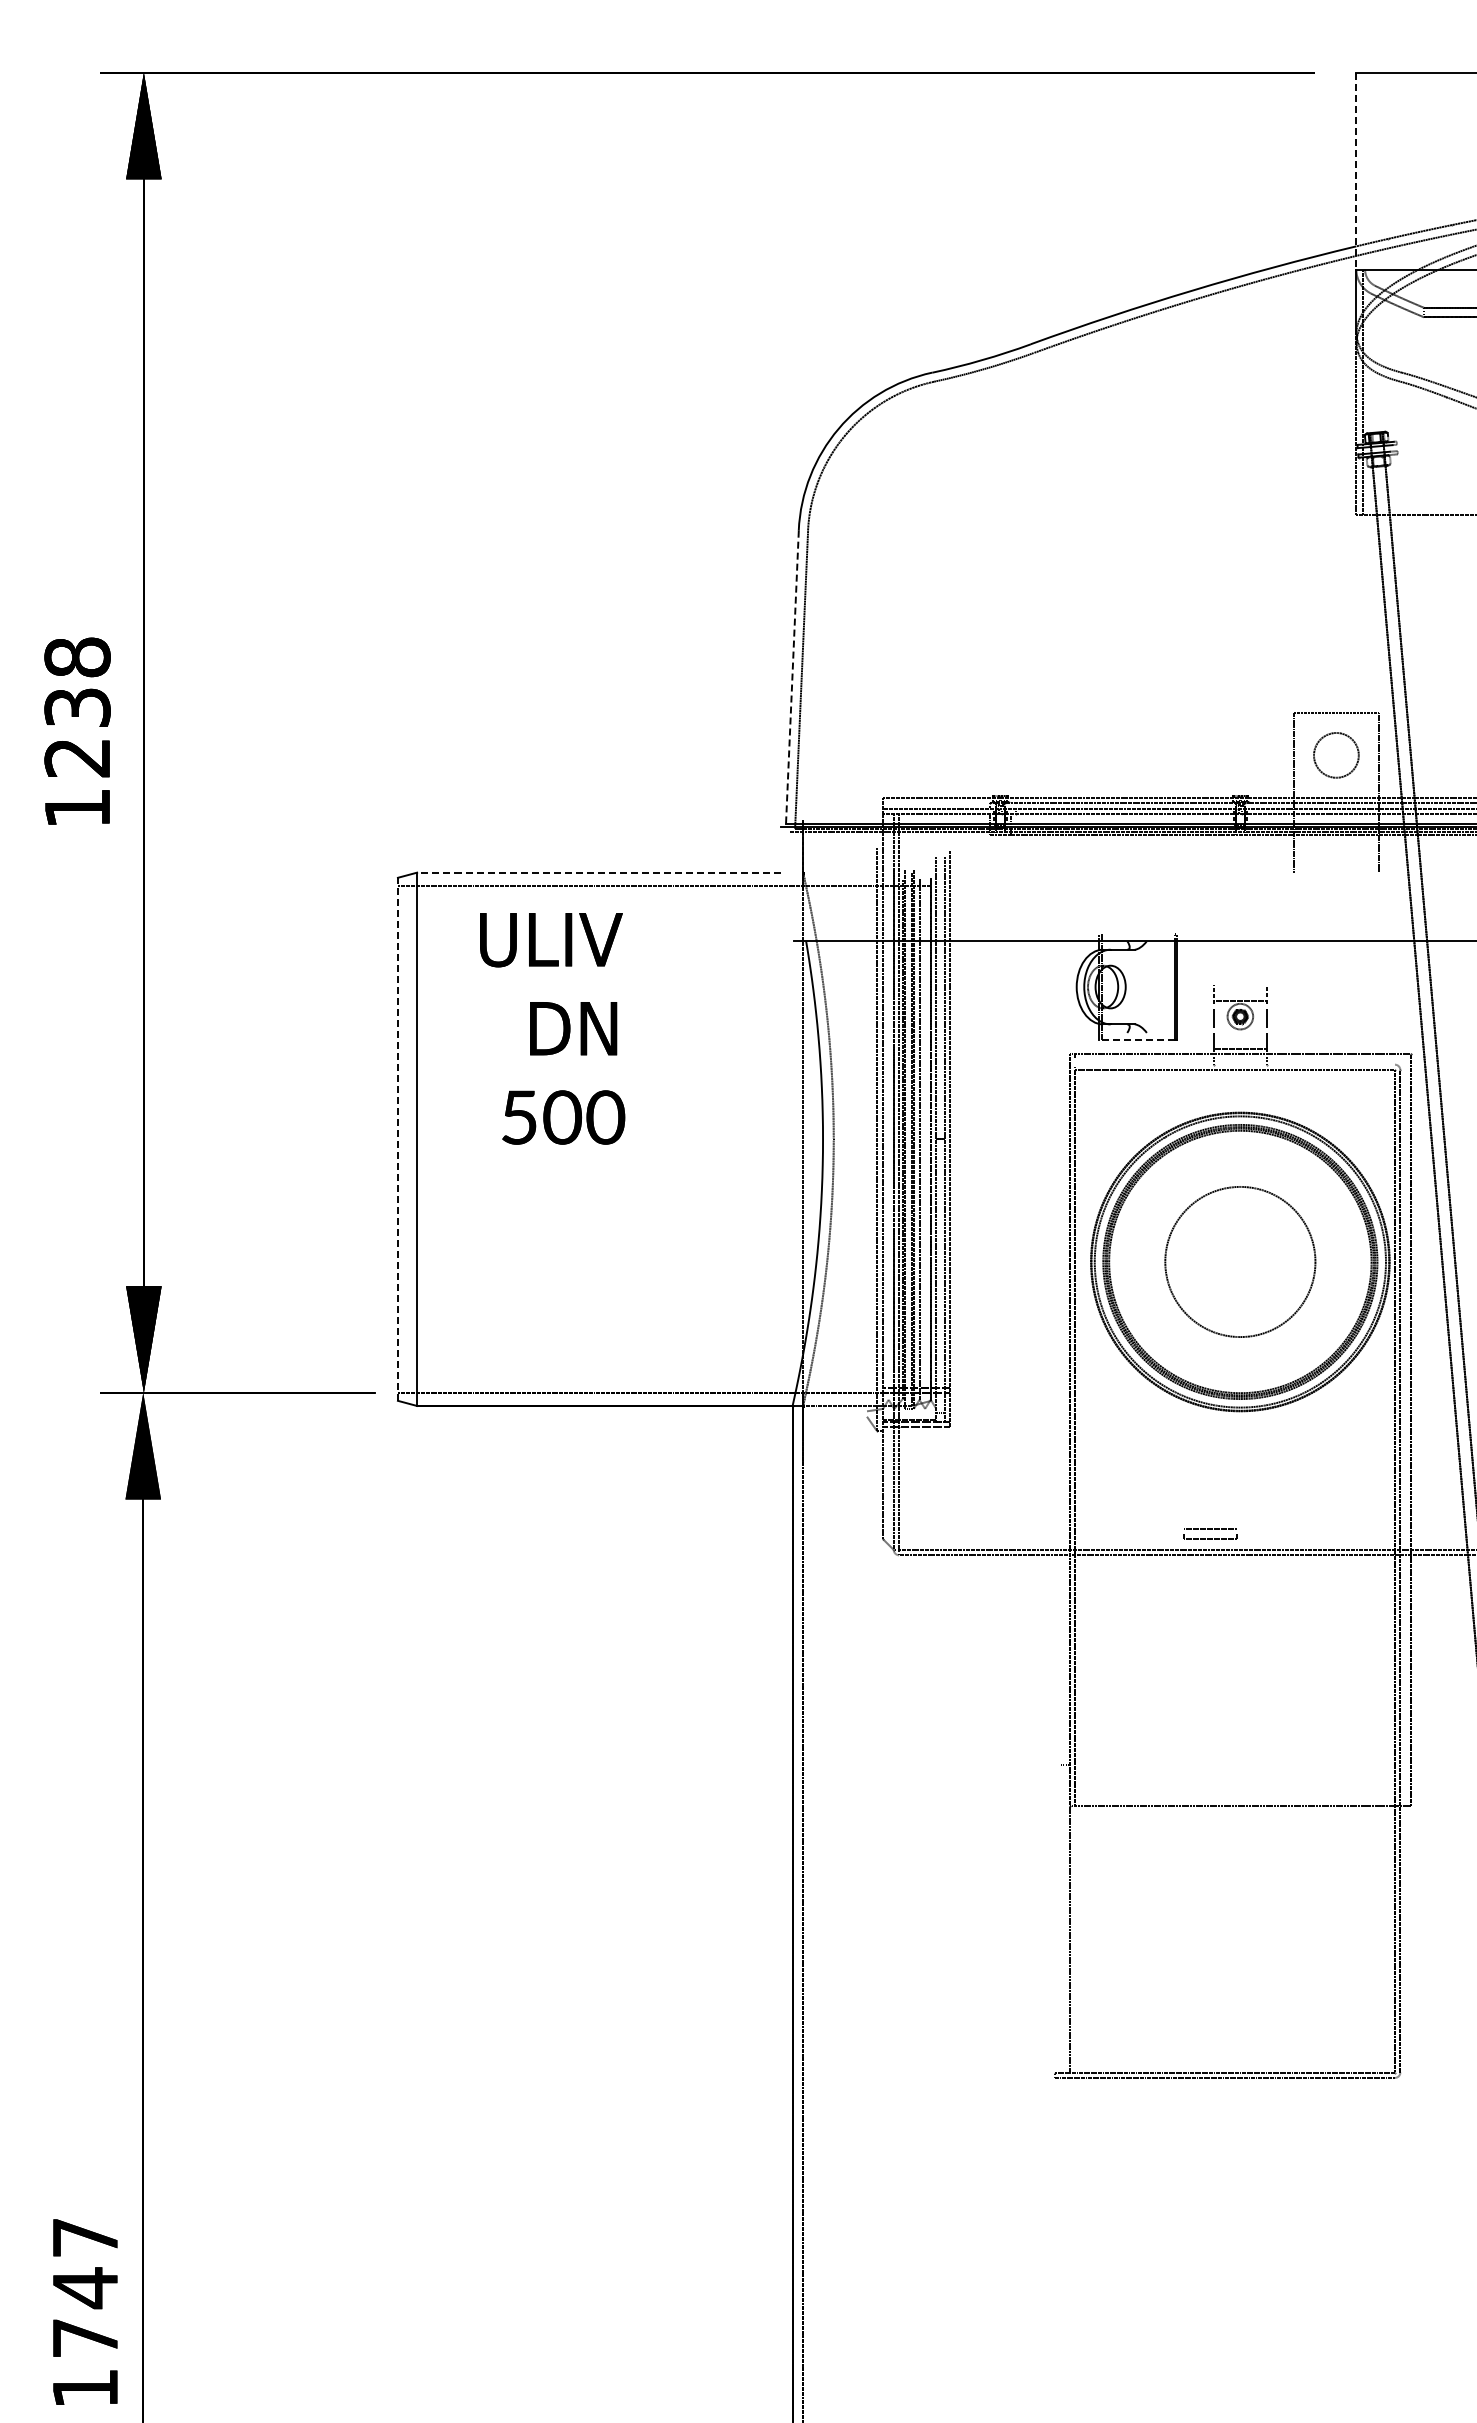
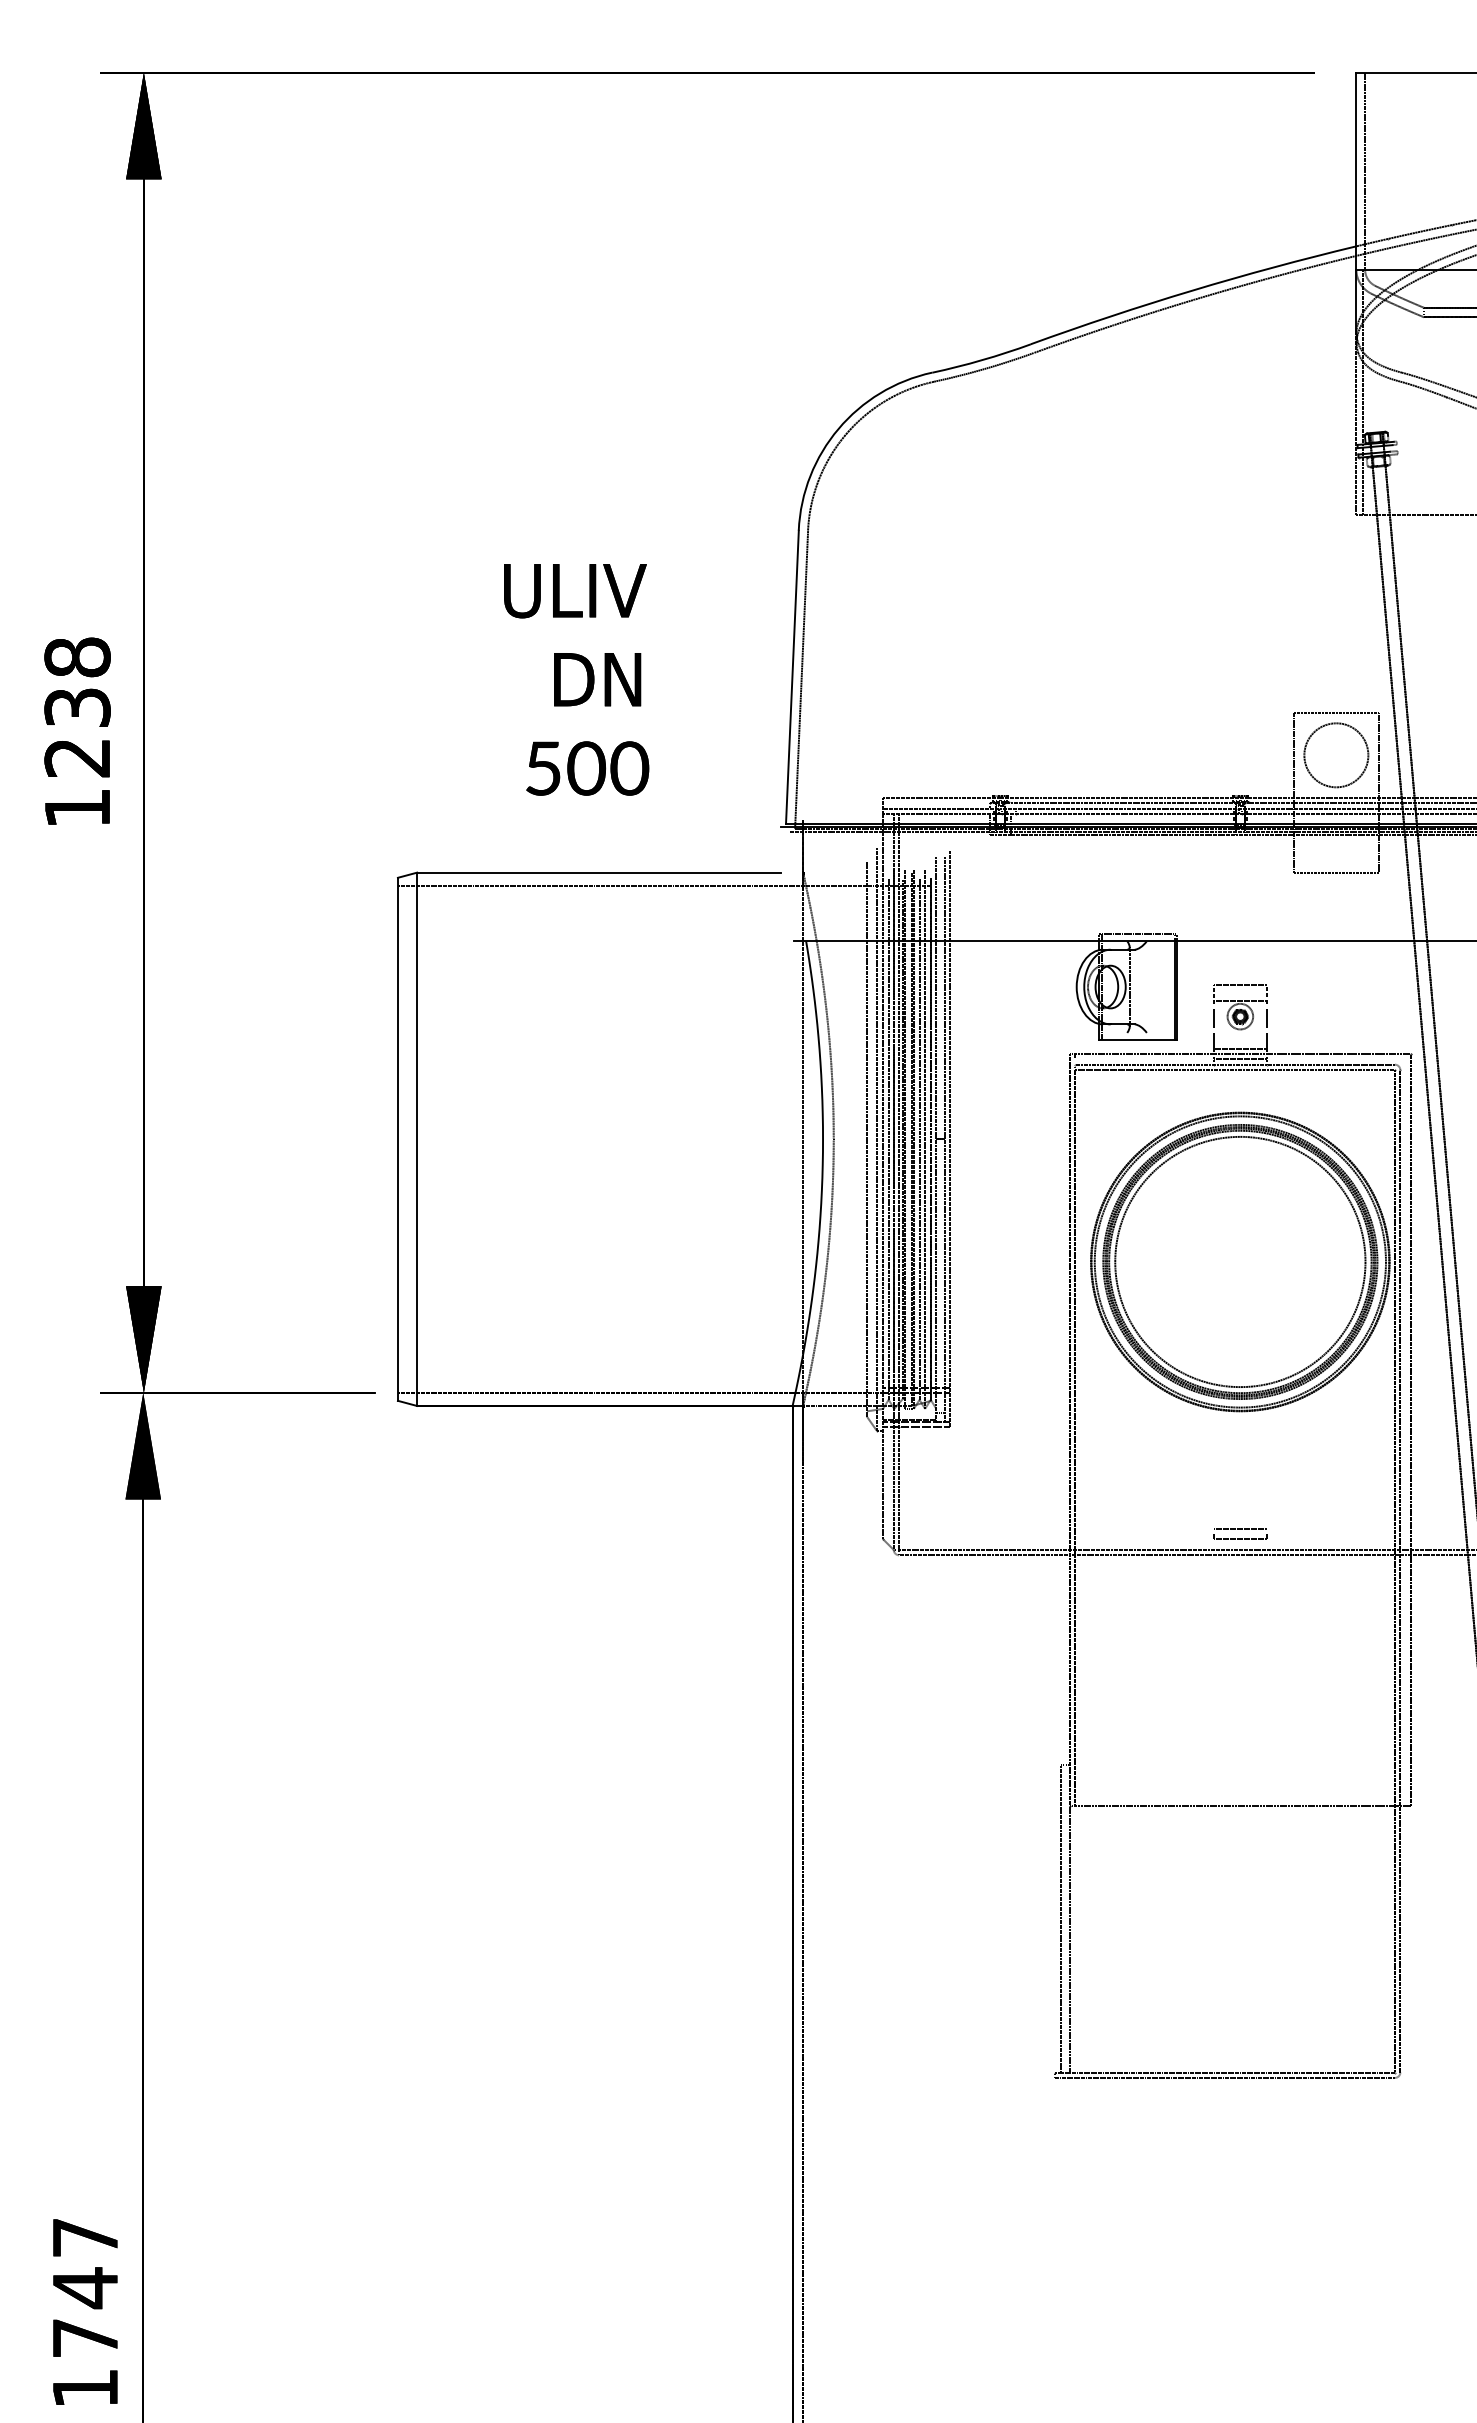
line at (1365, 170): none -> present
line at (1356, 171): dashed -> solid
line at (792, 677): dashed -> solid
circle at (1336, 755) size: 47x47 px -> 67x67 px
line at (598, 872): dashed -> solid
line at (1336, 872): none -> present
line at (1136, 933): none -> present
line at (1240, 984): none -> present
line at (1129, 986): none -> present
text at (552, 1028) position: (552, 1028) -> (576, 679)
line at (1137, 1040): dashed -> solid
line at (1240, 1059): none -> present
line at (1234, 1064): none -> present
line at (867, 1138): none -> present
line at (888, 1138): none -> present
line at (925, 1138): none -> present
line at (397, 1139): dashed -> solid
circle at (1240, 1261) diameter: 150 px -> 250 px
part at (1210, 1533) position: (1210, 1533) -> (1240, 1533)
line at (1061, 1918): none -> present
